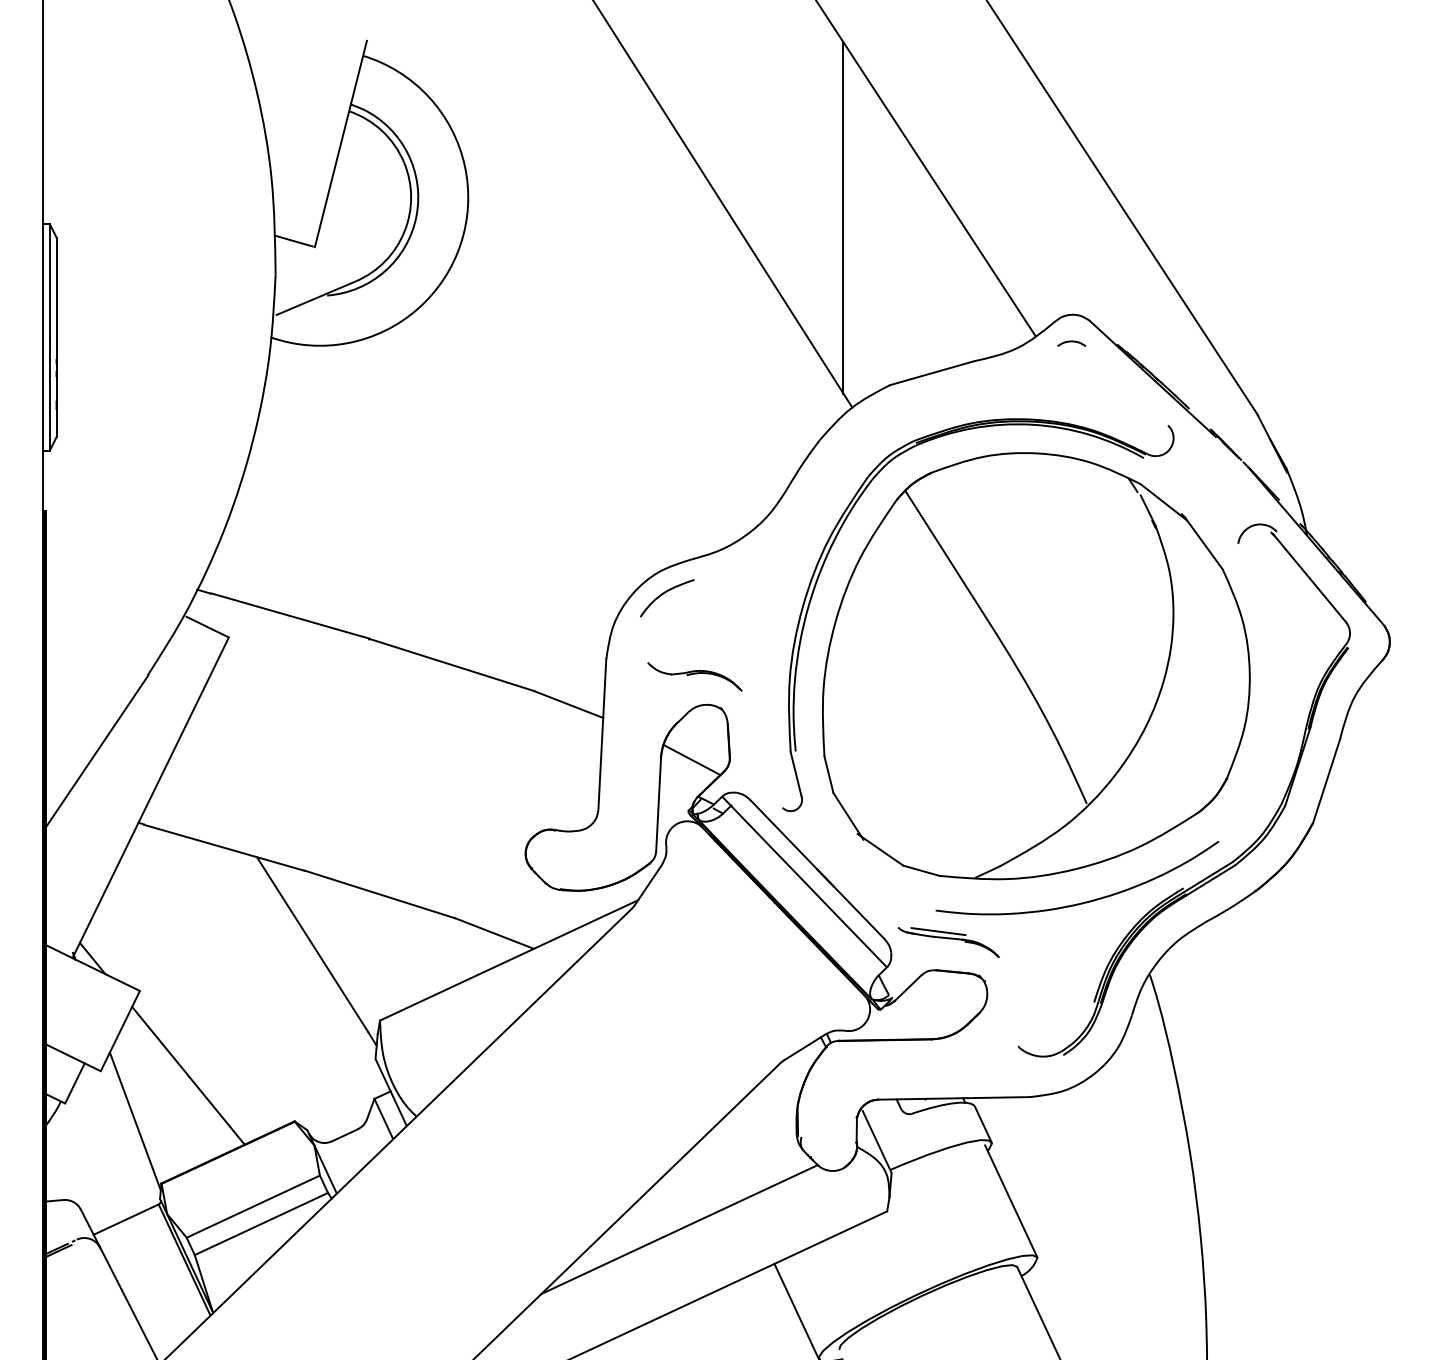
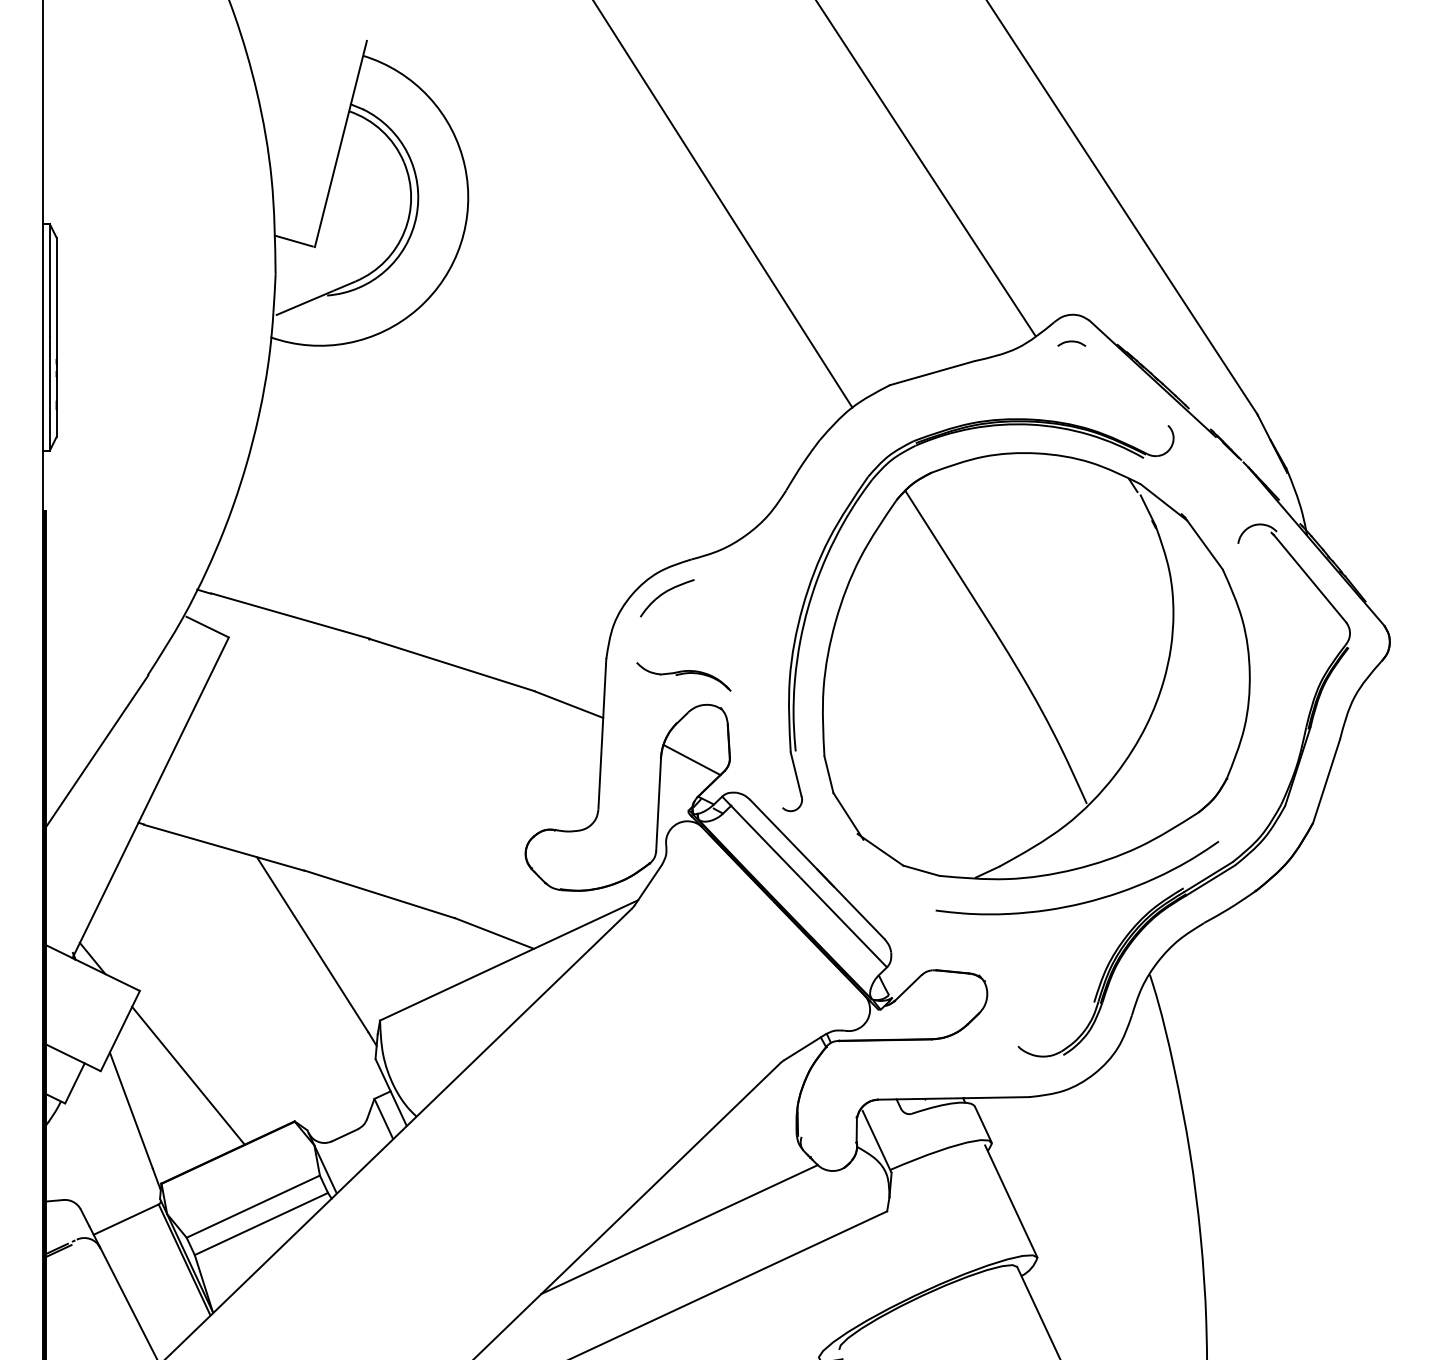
line at (843, 217): present -> none
part at (694, 676) position: (694, 676) -> (683, 676)
part at (948, 942): present -> none
line at (795, 1309): present -> none
